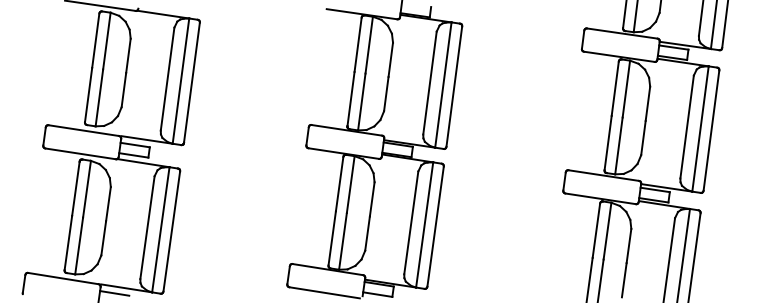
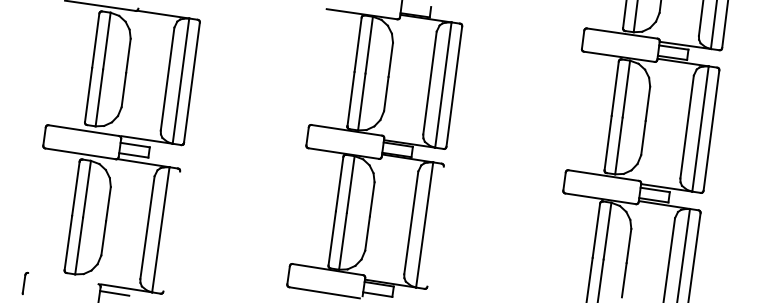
line at (435, 226): present -> none
line at (171, 231): present -> none
line at (63, 278): present -> none
